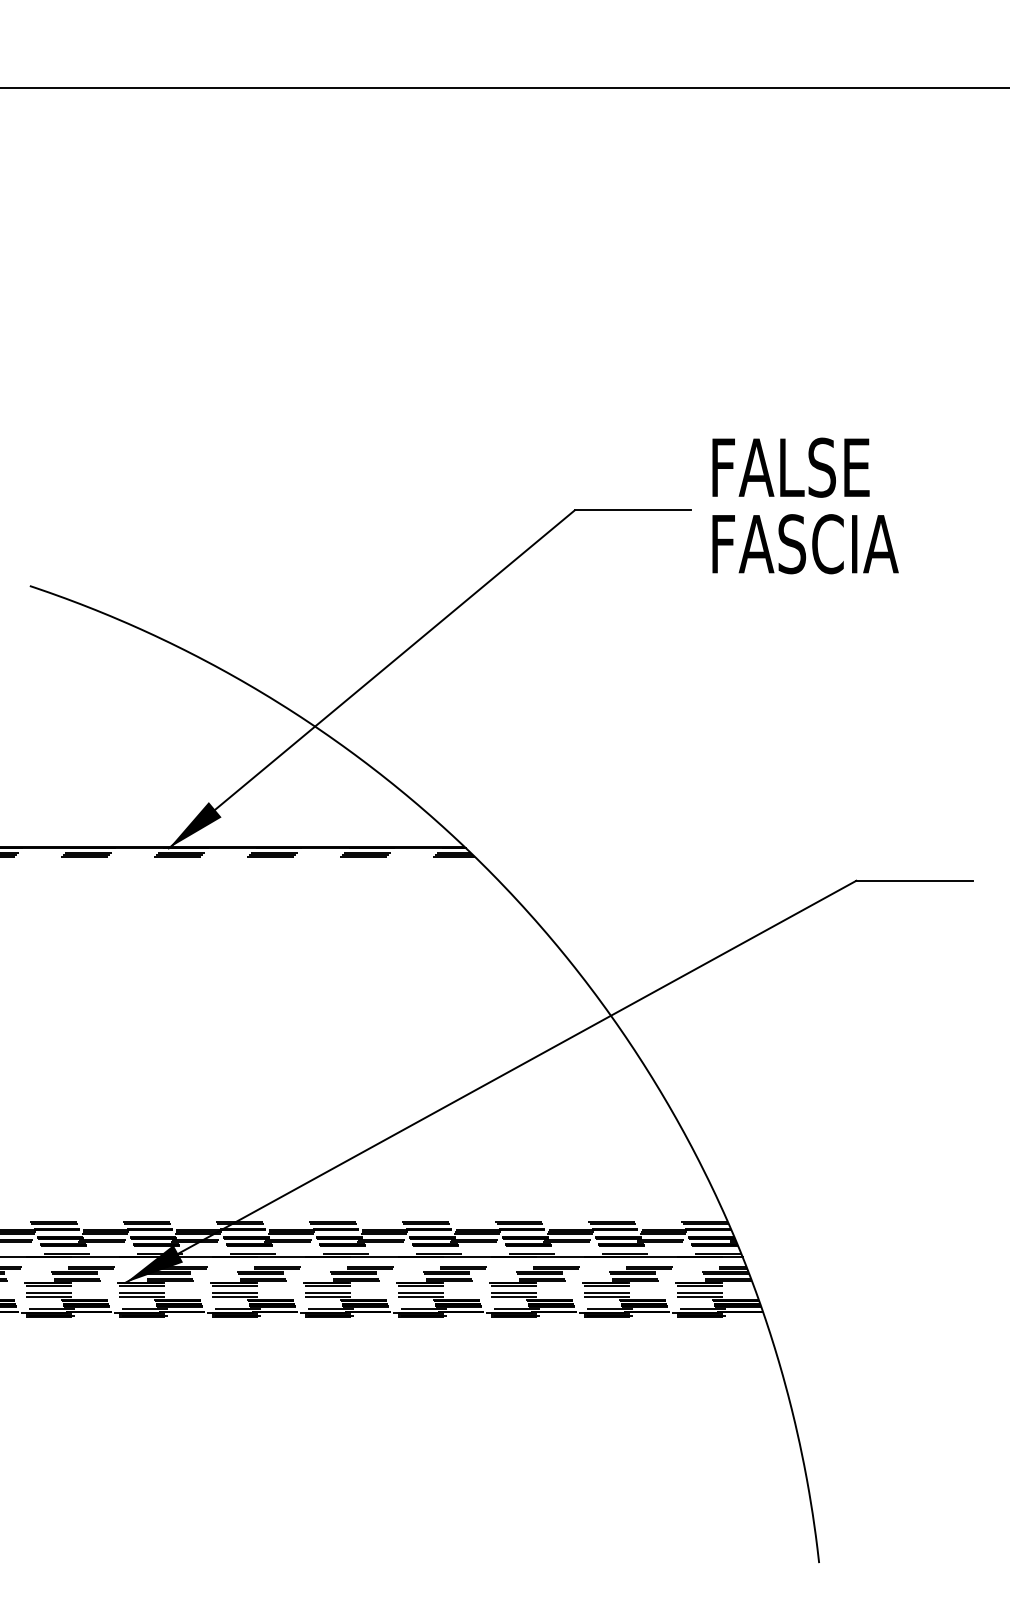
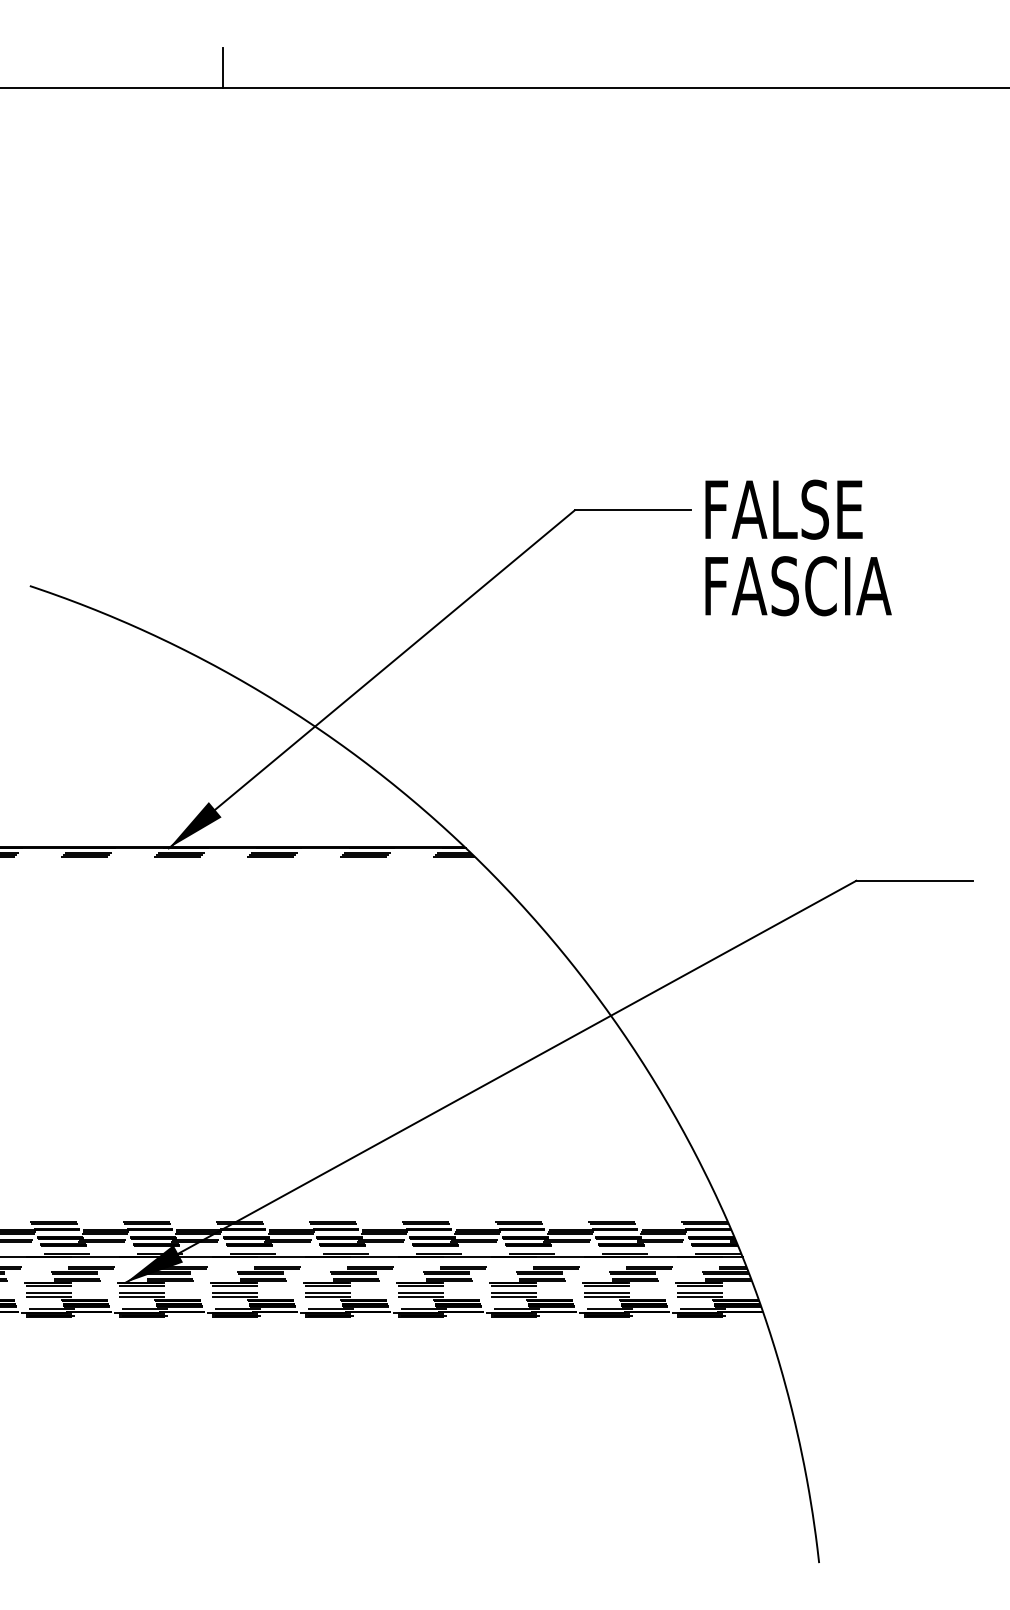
line at (222, 67): none -> present
text at (805, 505) position: (805, 505) -> (798, 547)
